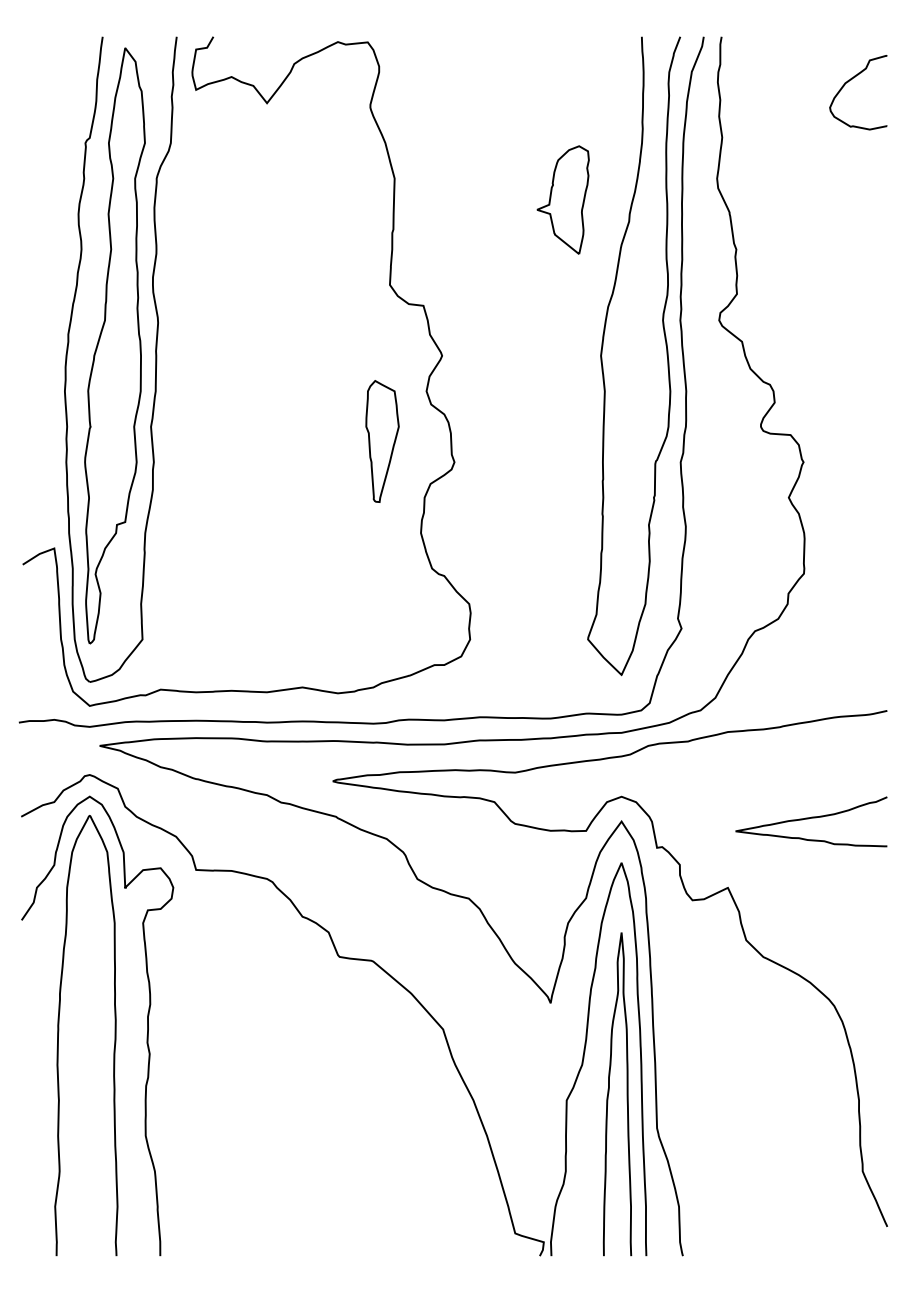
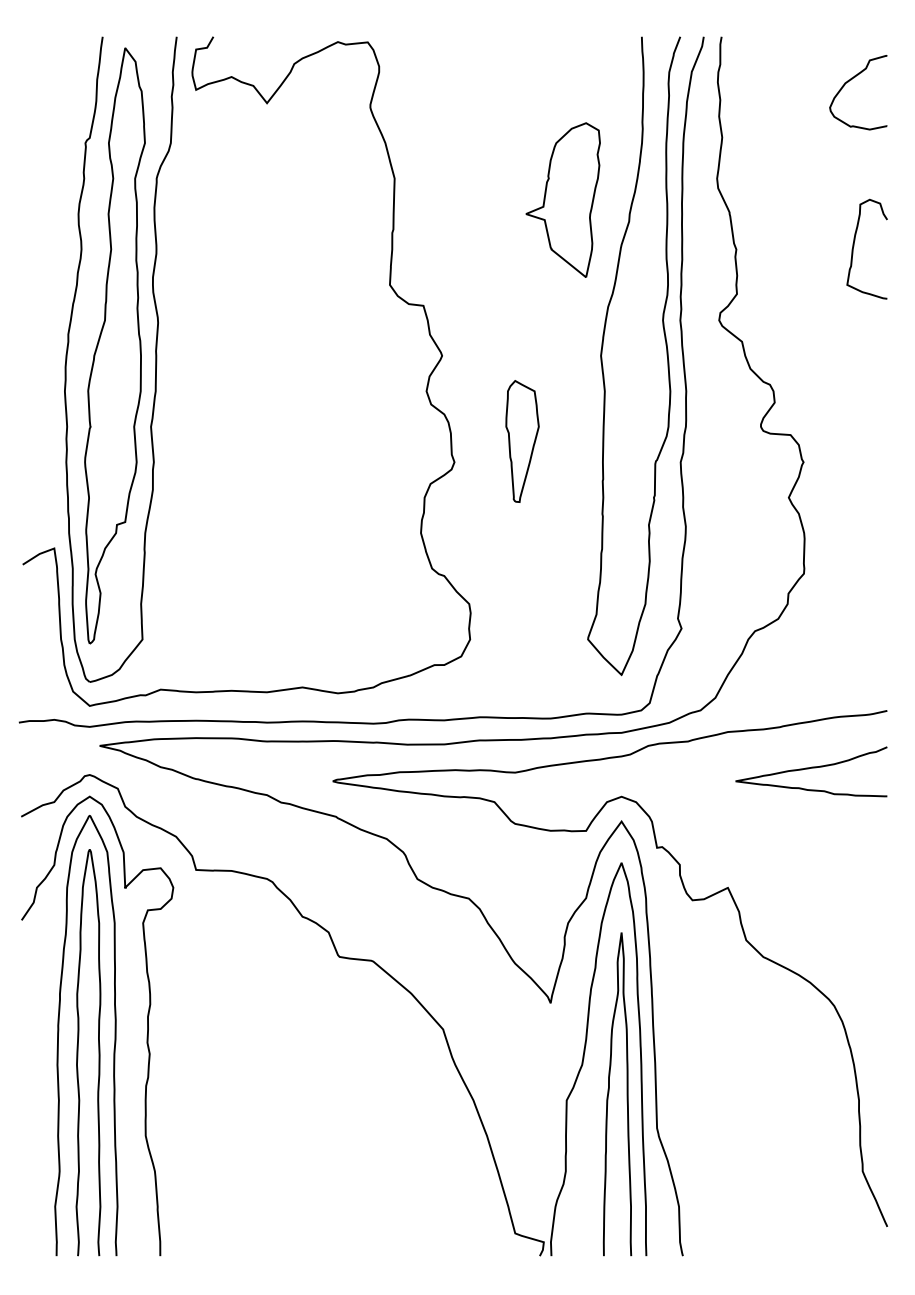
part at (562, 199) size: 54x110 px -> 76x156 px
curve at (854, 246): none -> present
part at (382, 441) position: (382, 441) -> (522, 441)
curve at (811, 818) position: (811, 818) -> (811, 768)
curve at (78, 1052): none -> present
